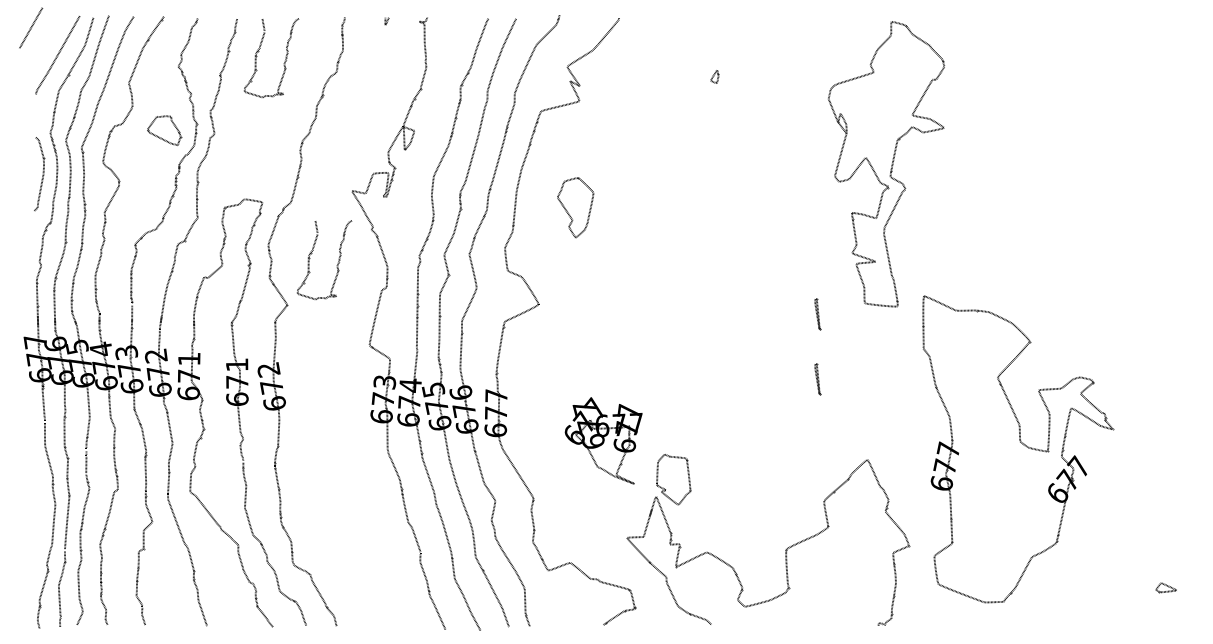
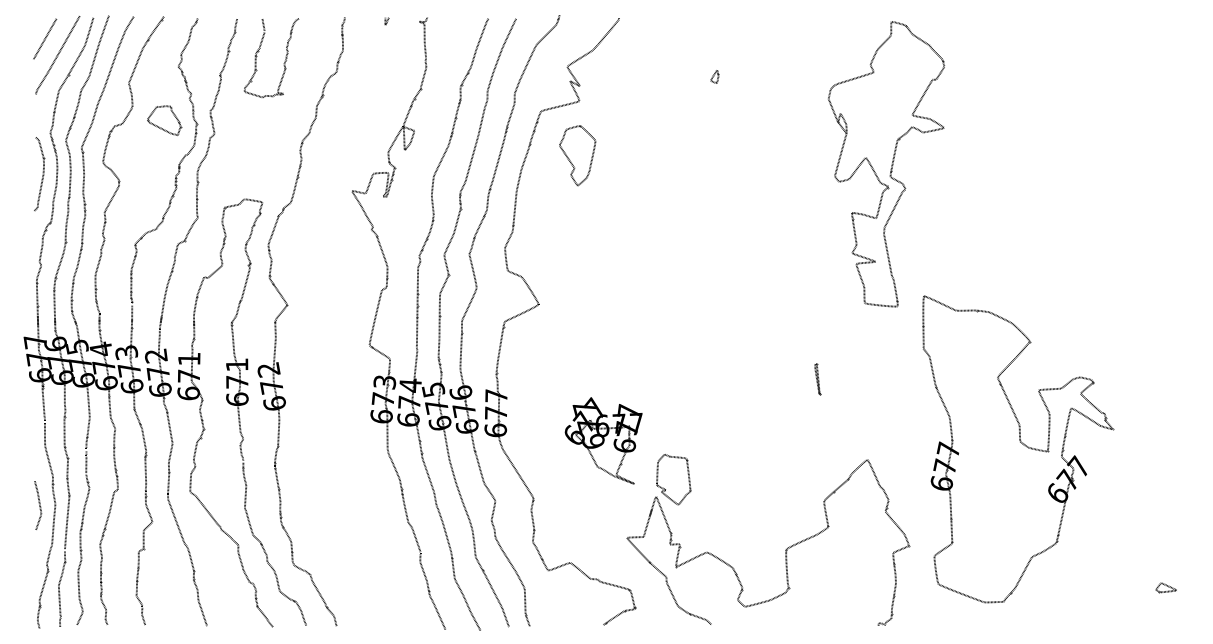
line at (31, 27) position: (31, 27) -> (45, 38)
part at (164, 130) position: (164, 130) -> (164, 120)
part at (575, 207) position: (575, 207) -> (577, 155)
curve at (312, 253): present -> none
part at (817, 314): present -> none
curve at (39, 505): none -> present
